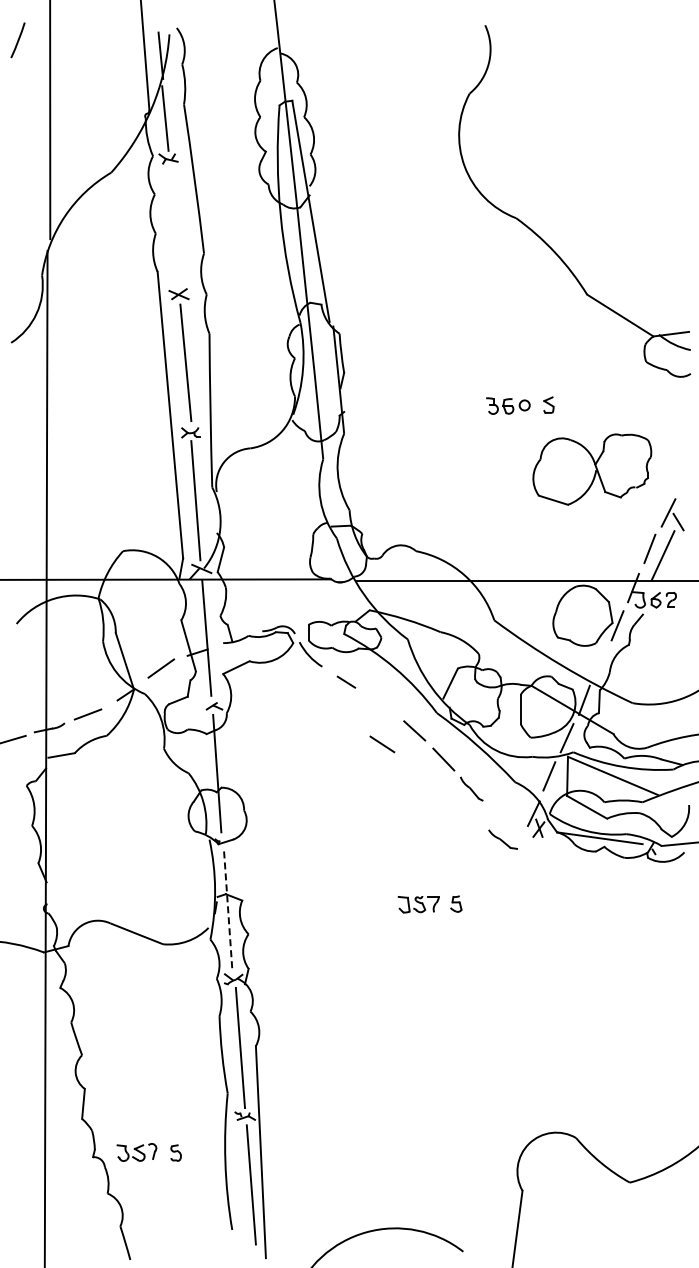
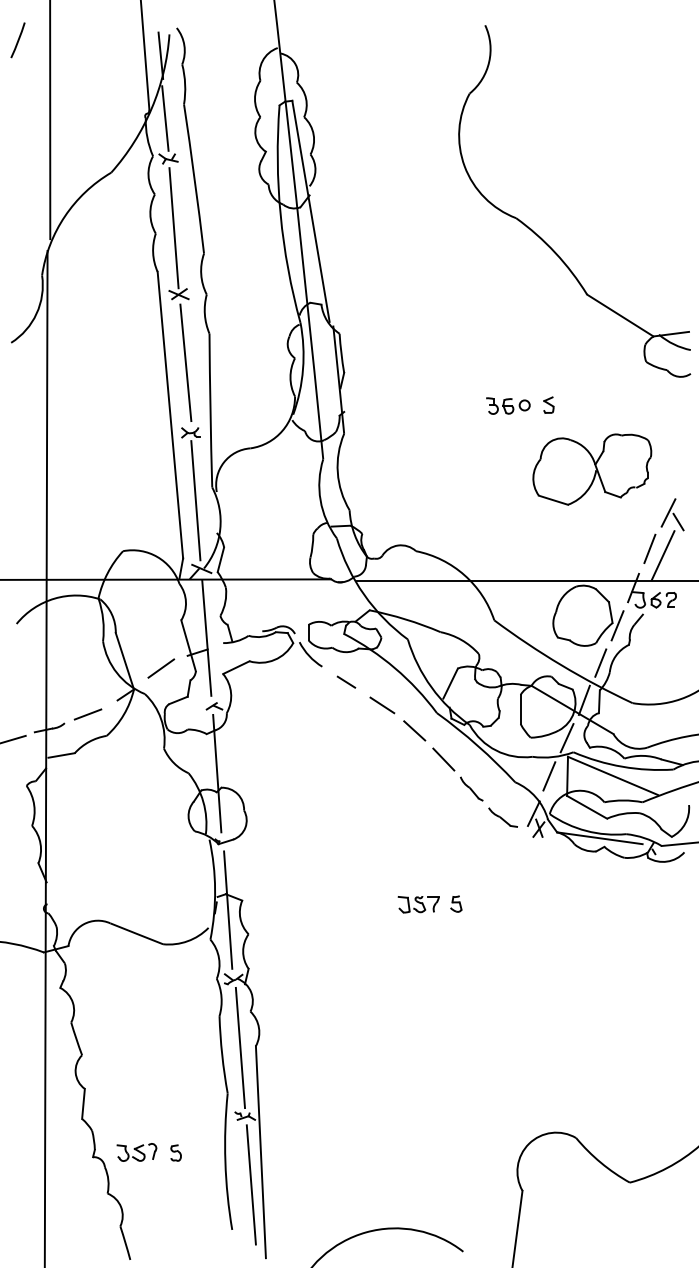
line at (173, 228): none -> present
line at (600, 662): none -> present
line at (382, 744) position: (382, 744) -> (382, 705)
part at (502, 839) position: (502, 839) -> (502, 817)
line at (228, 910): dashed -> solid
